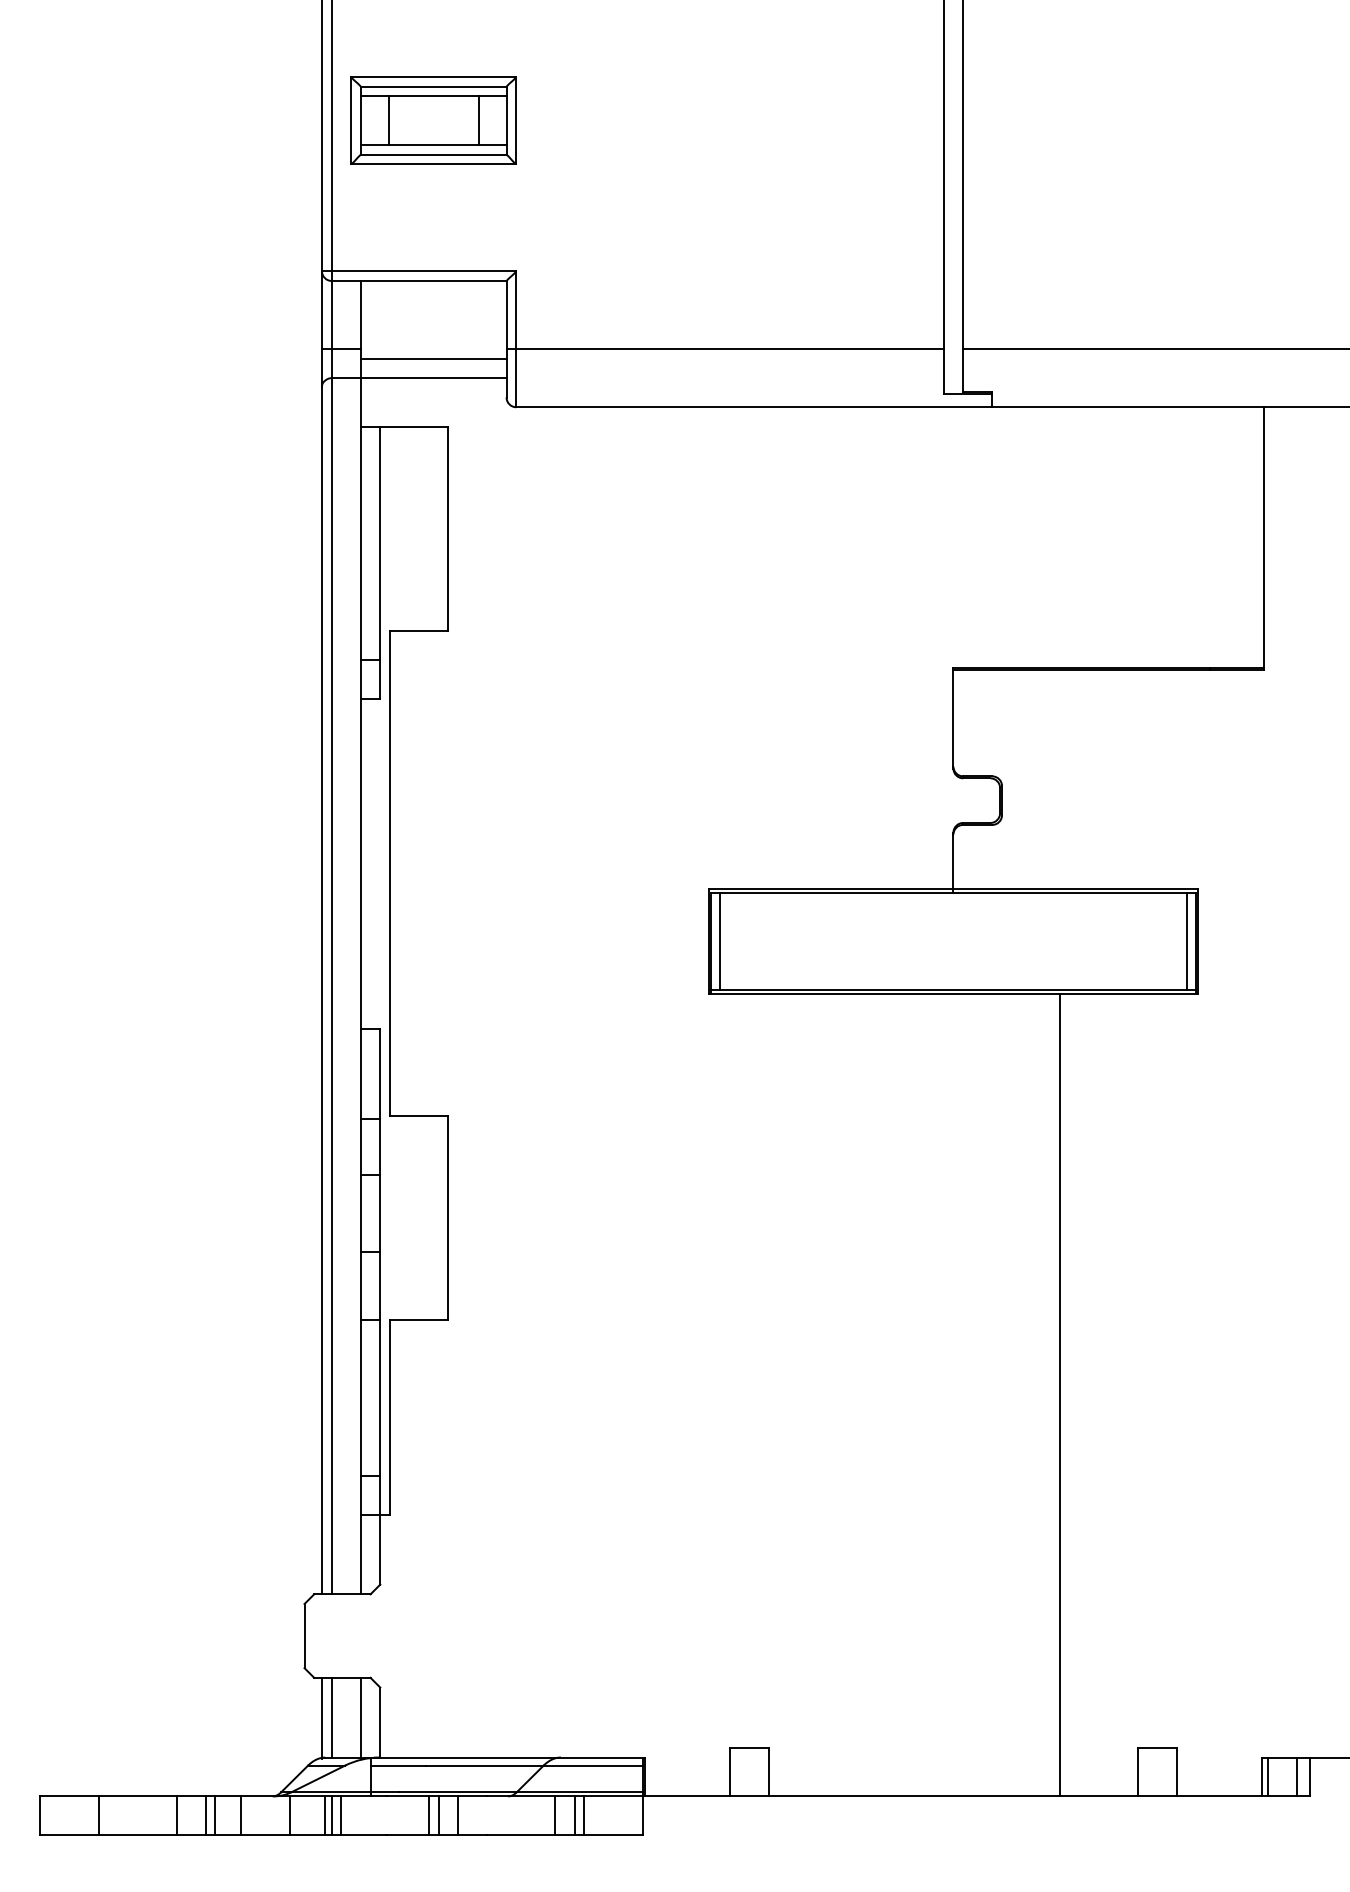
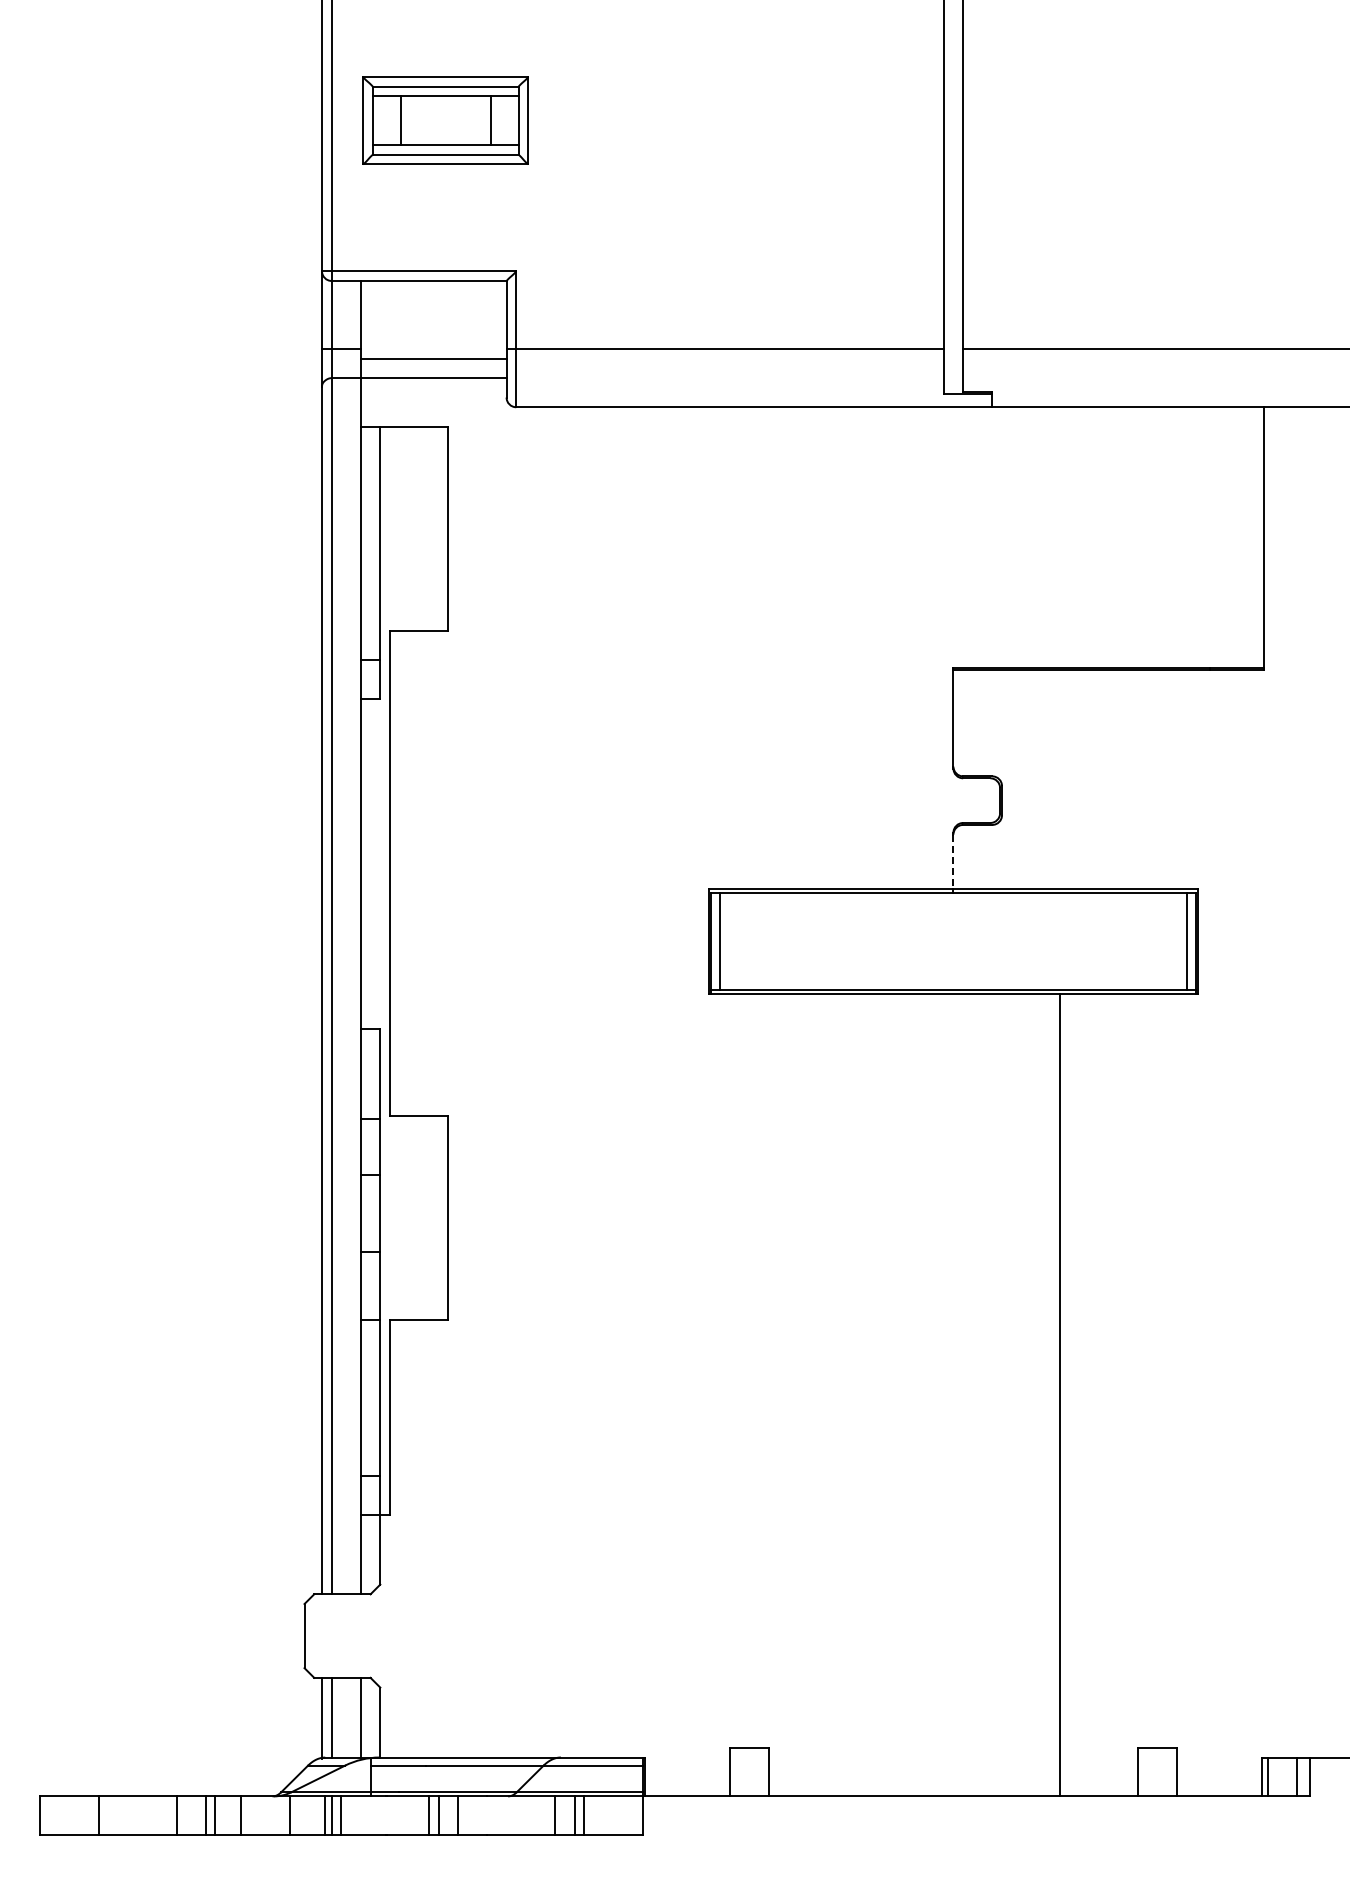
part at (433, 120) position: (433, 120) -> (445, 120)
line at (953, 862): solid -> dashed
